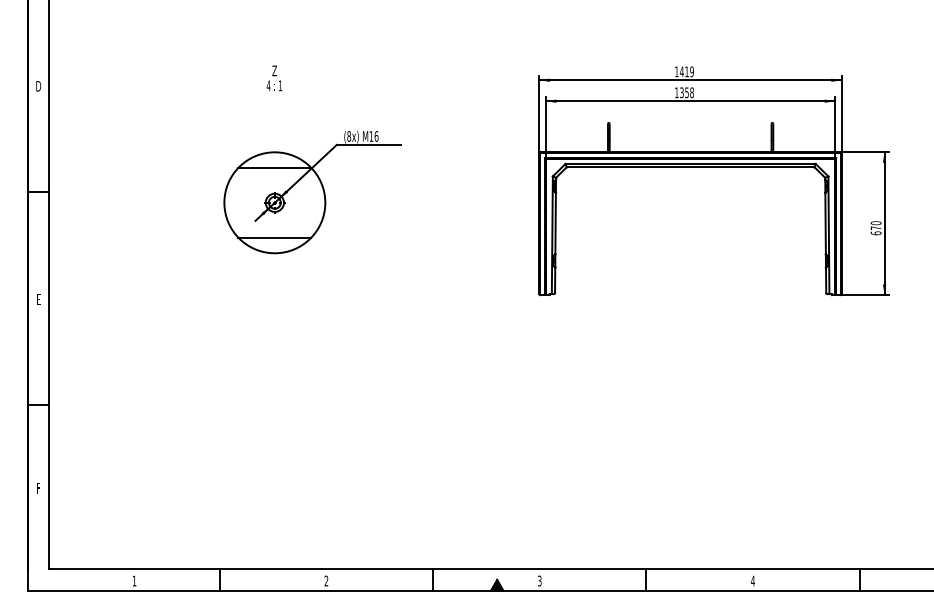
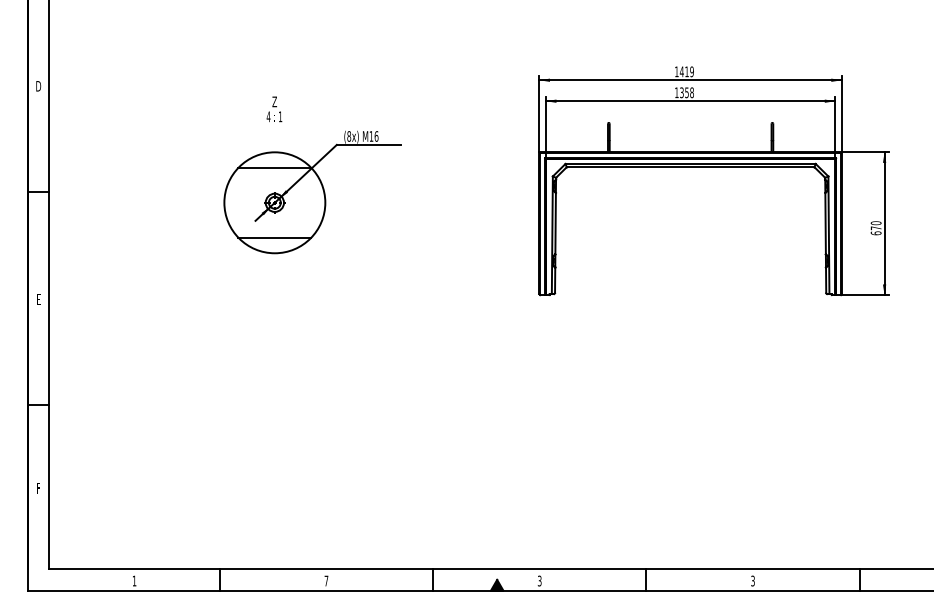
text at (274, 78) position: (274, 78) -> (274, 109)
text at (326, 580): 2 -> 7
text at (753, 580): 4 -> 3
